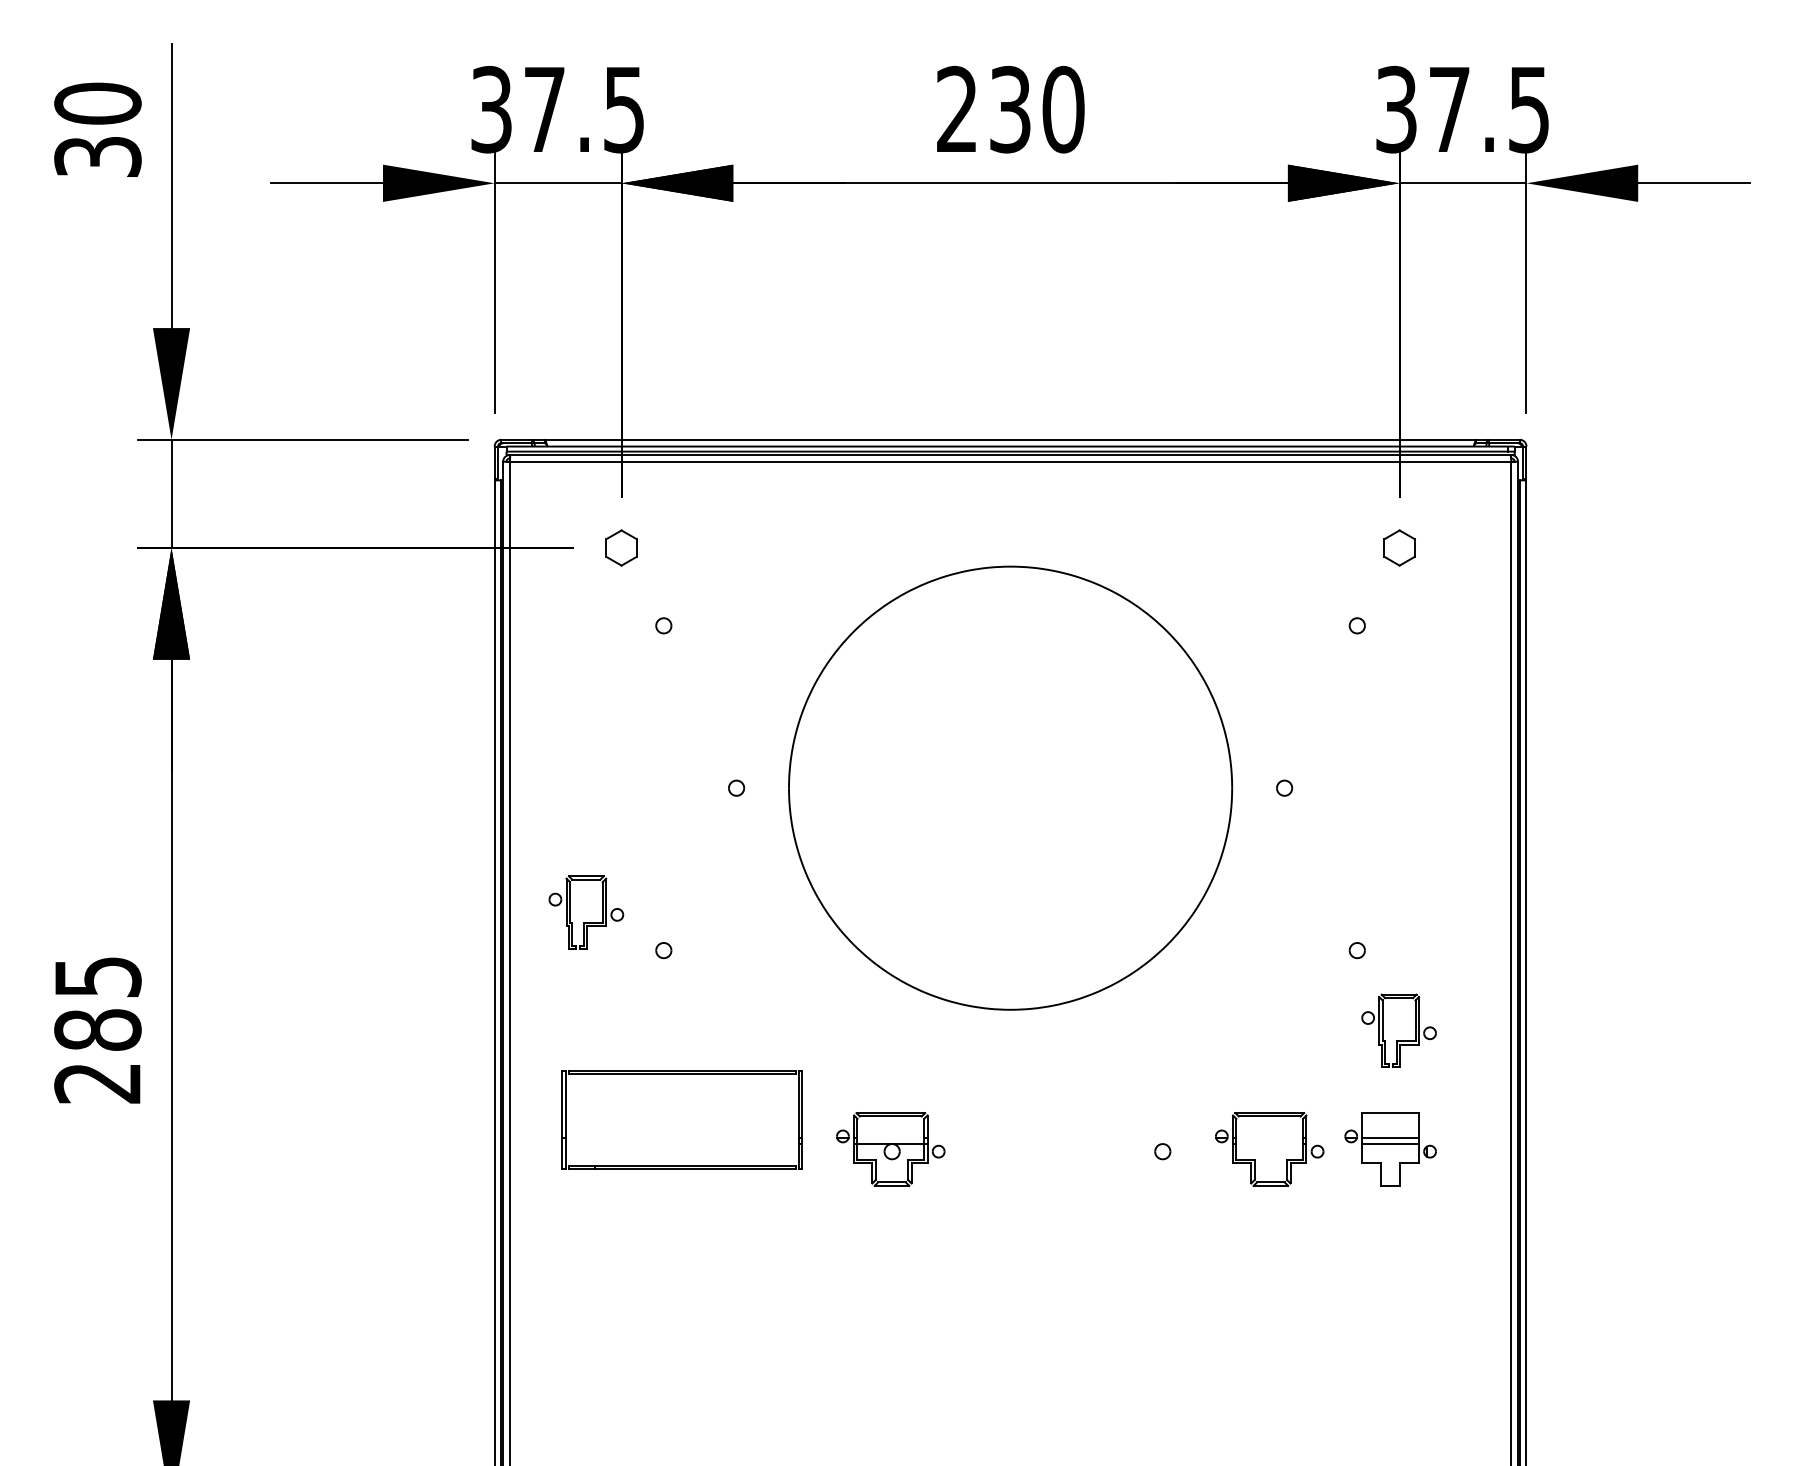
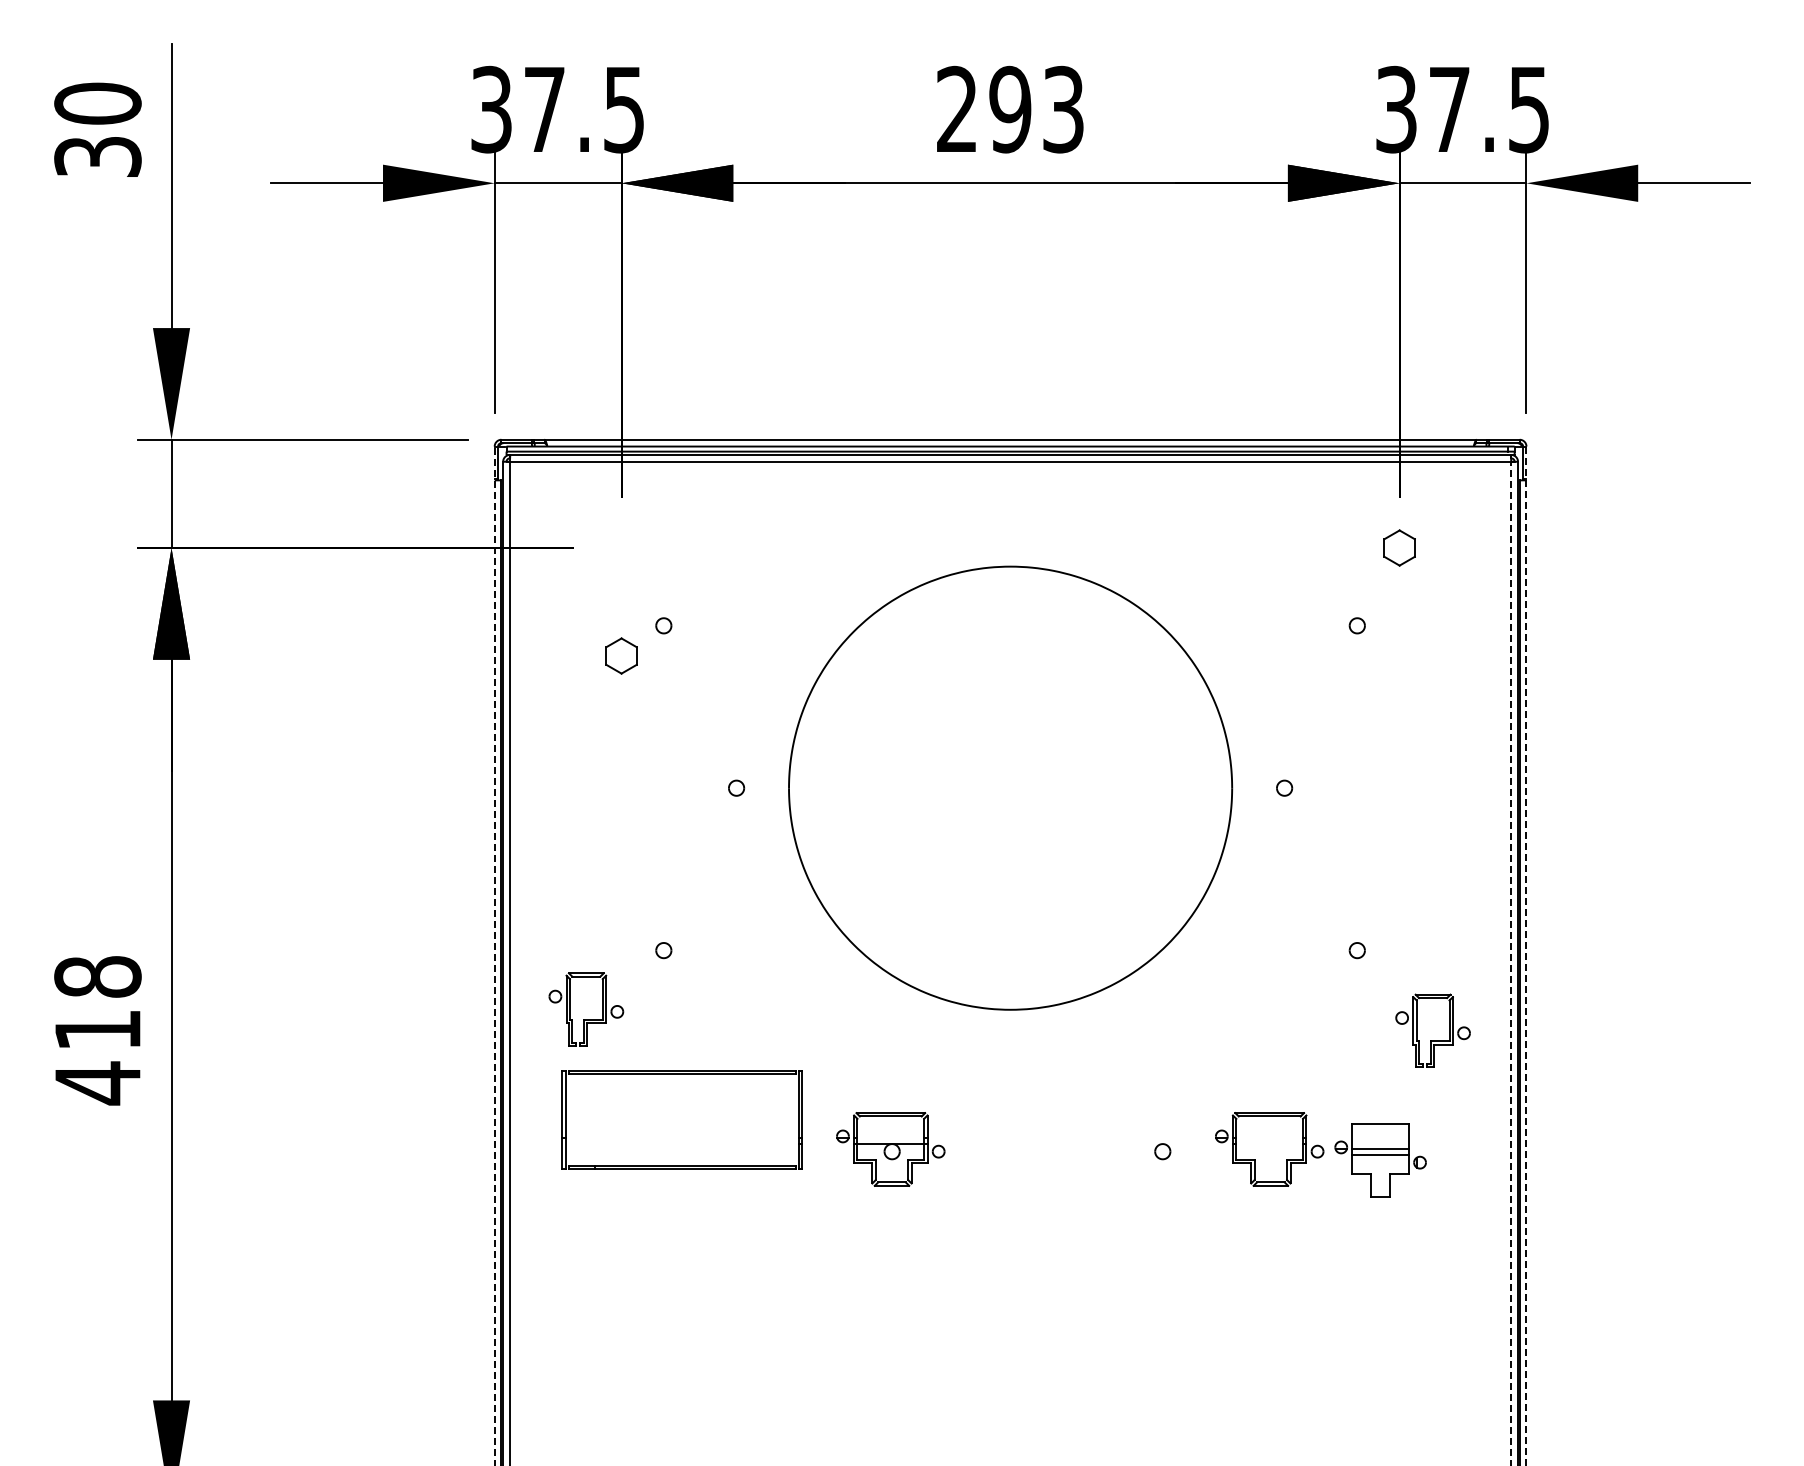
text at (1036, 109): 230 -> 293
part at (621, 547) position: (621, 547) -> (621, 655)
part at (586, 922) position: (586, 922) -> (586, 1019)
line at (494, 955): solid -> dashed
line at (1526, 956): solid -> dashed
line at (1511, 963): solid -> dashed
text at (97, 1030): 285 -> 418
part at (1398, 1040) position: (1398, 1040) -> (1432, 1040)
part at (1390, 1149) position: (1390, 1149) -> (1380, 1160)
